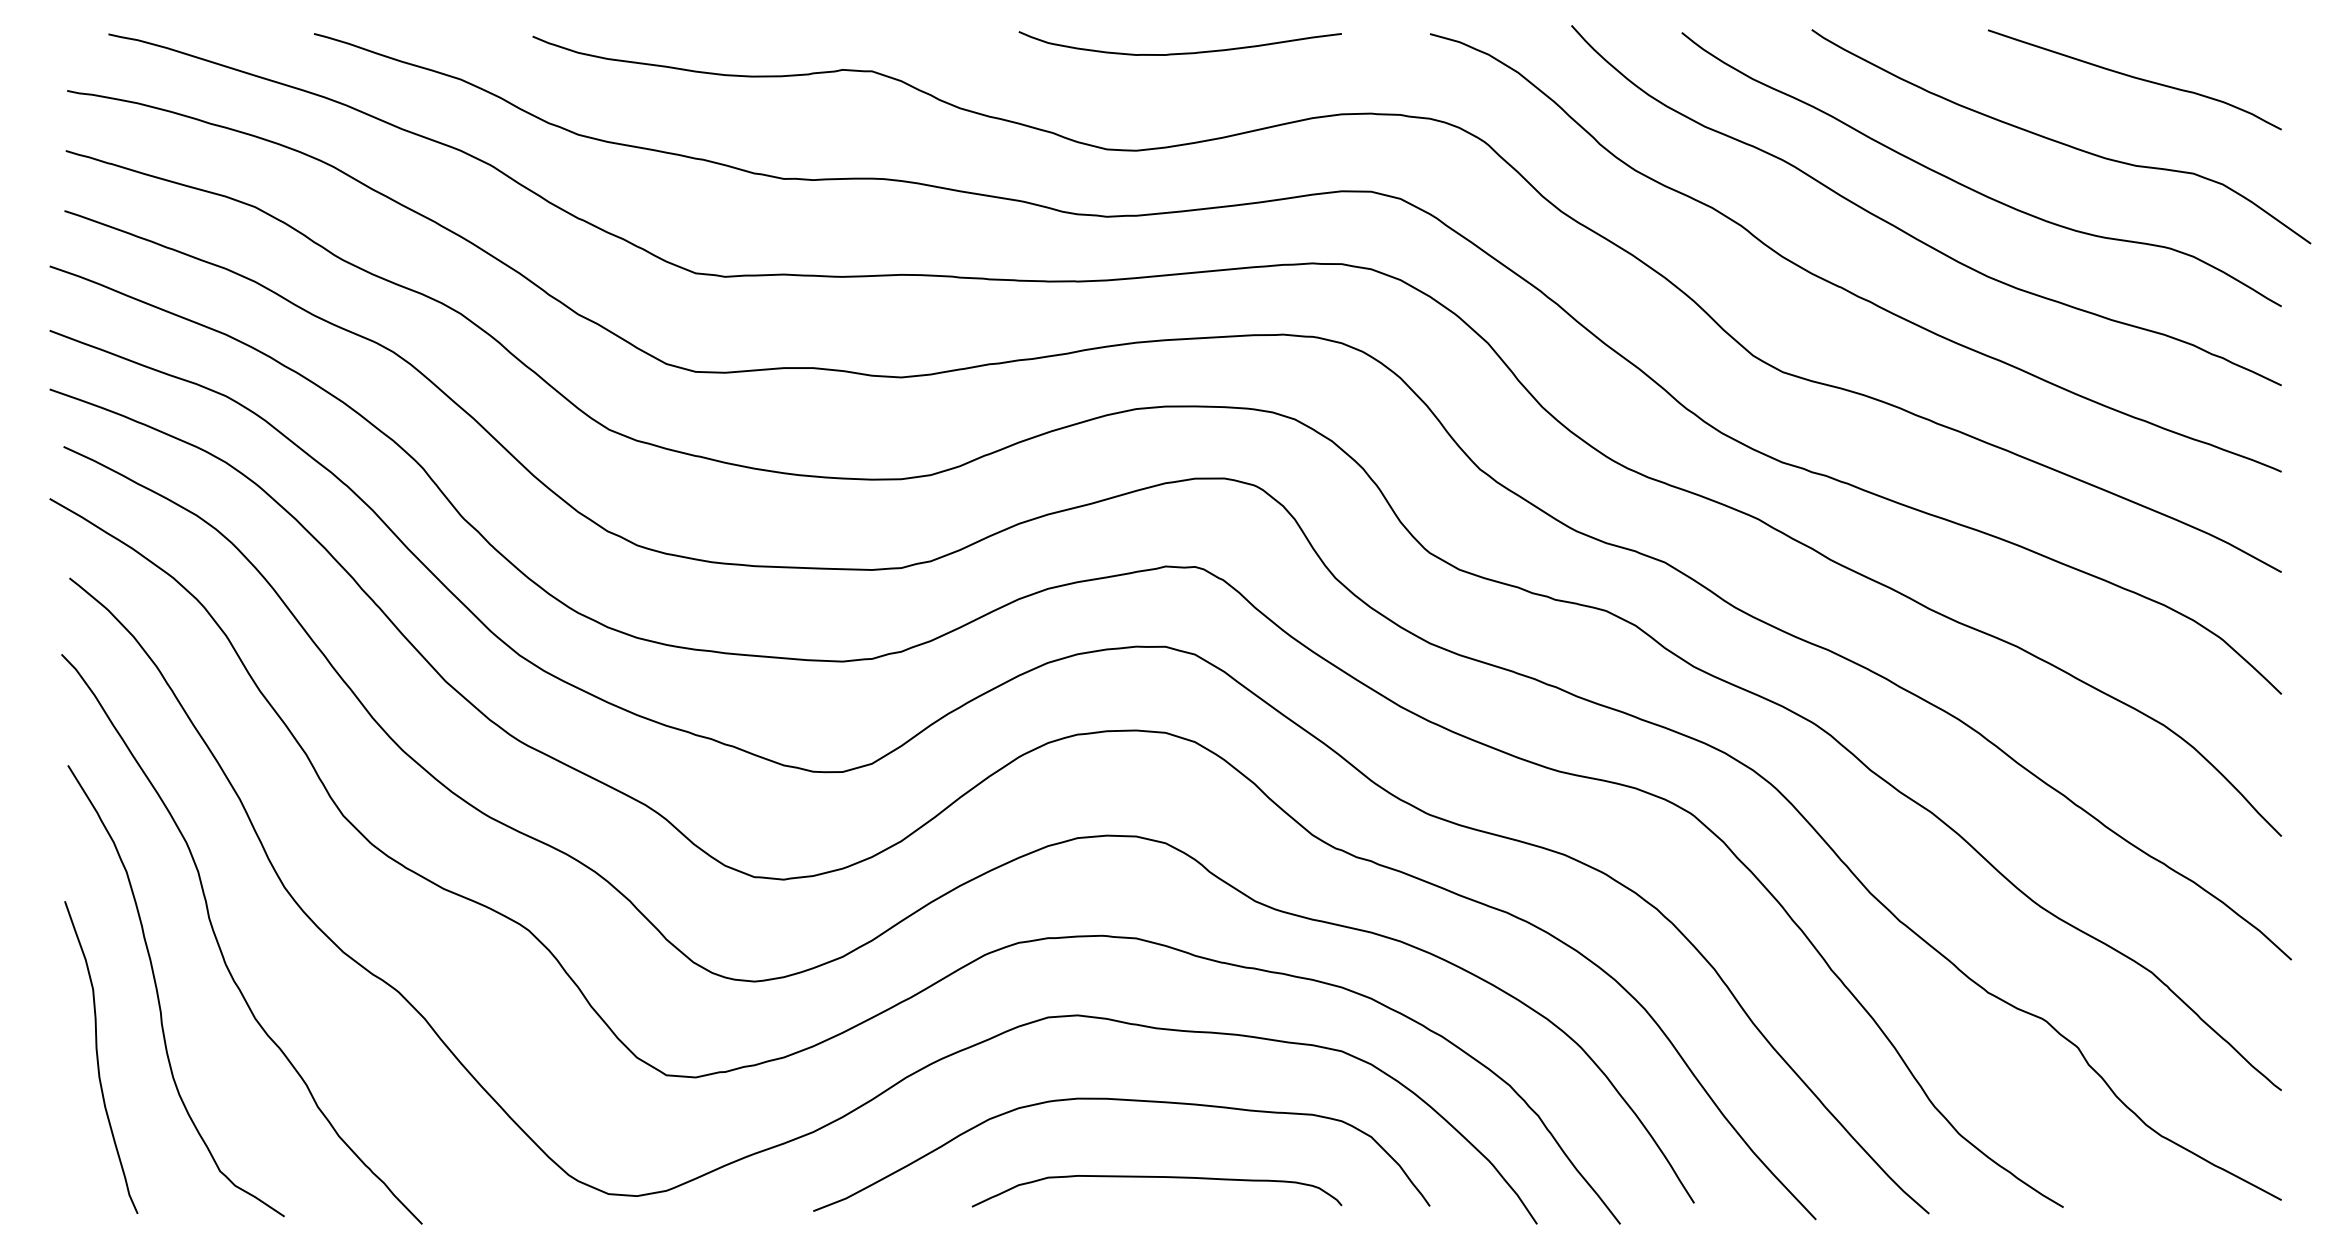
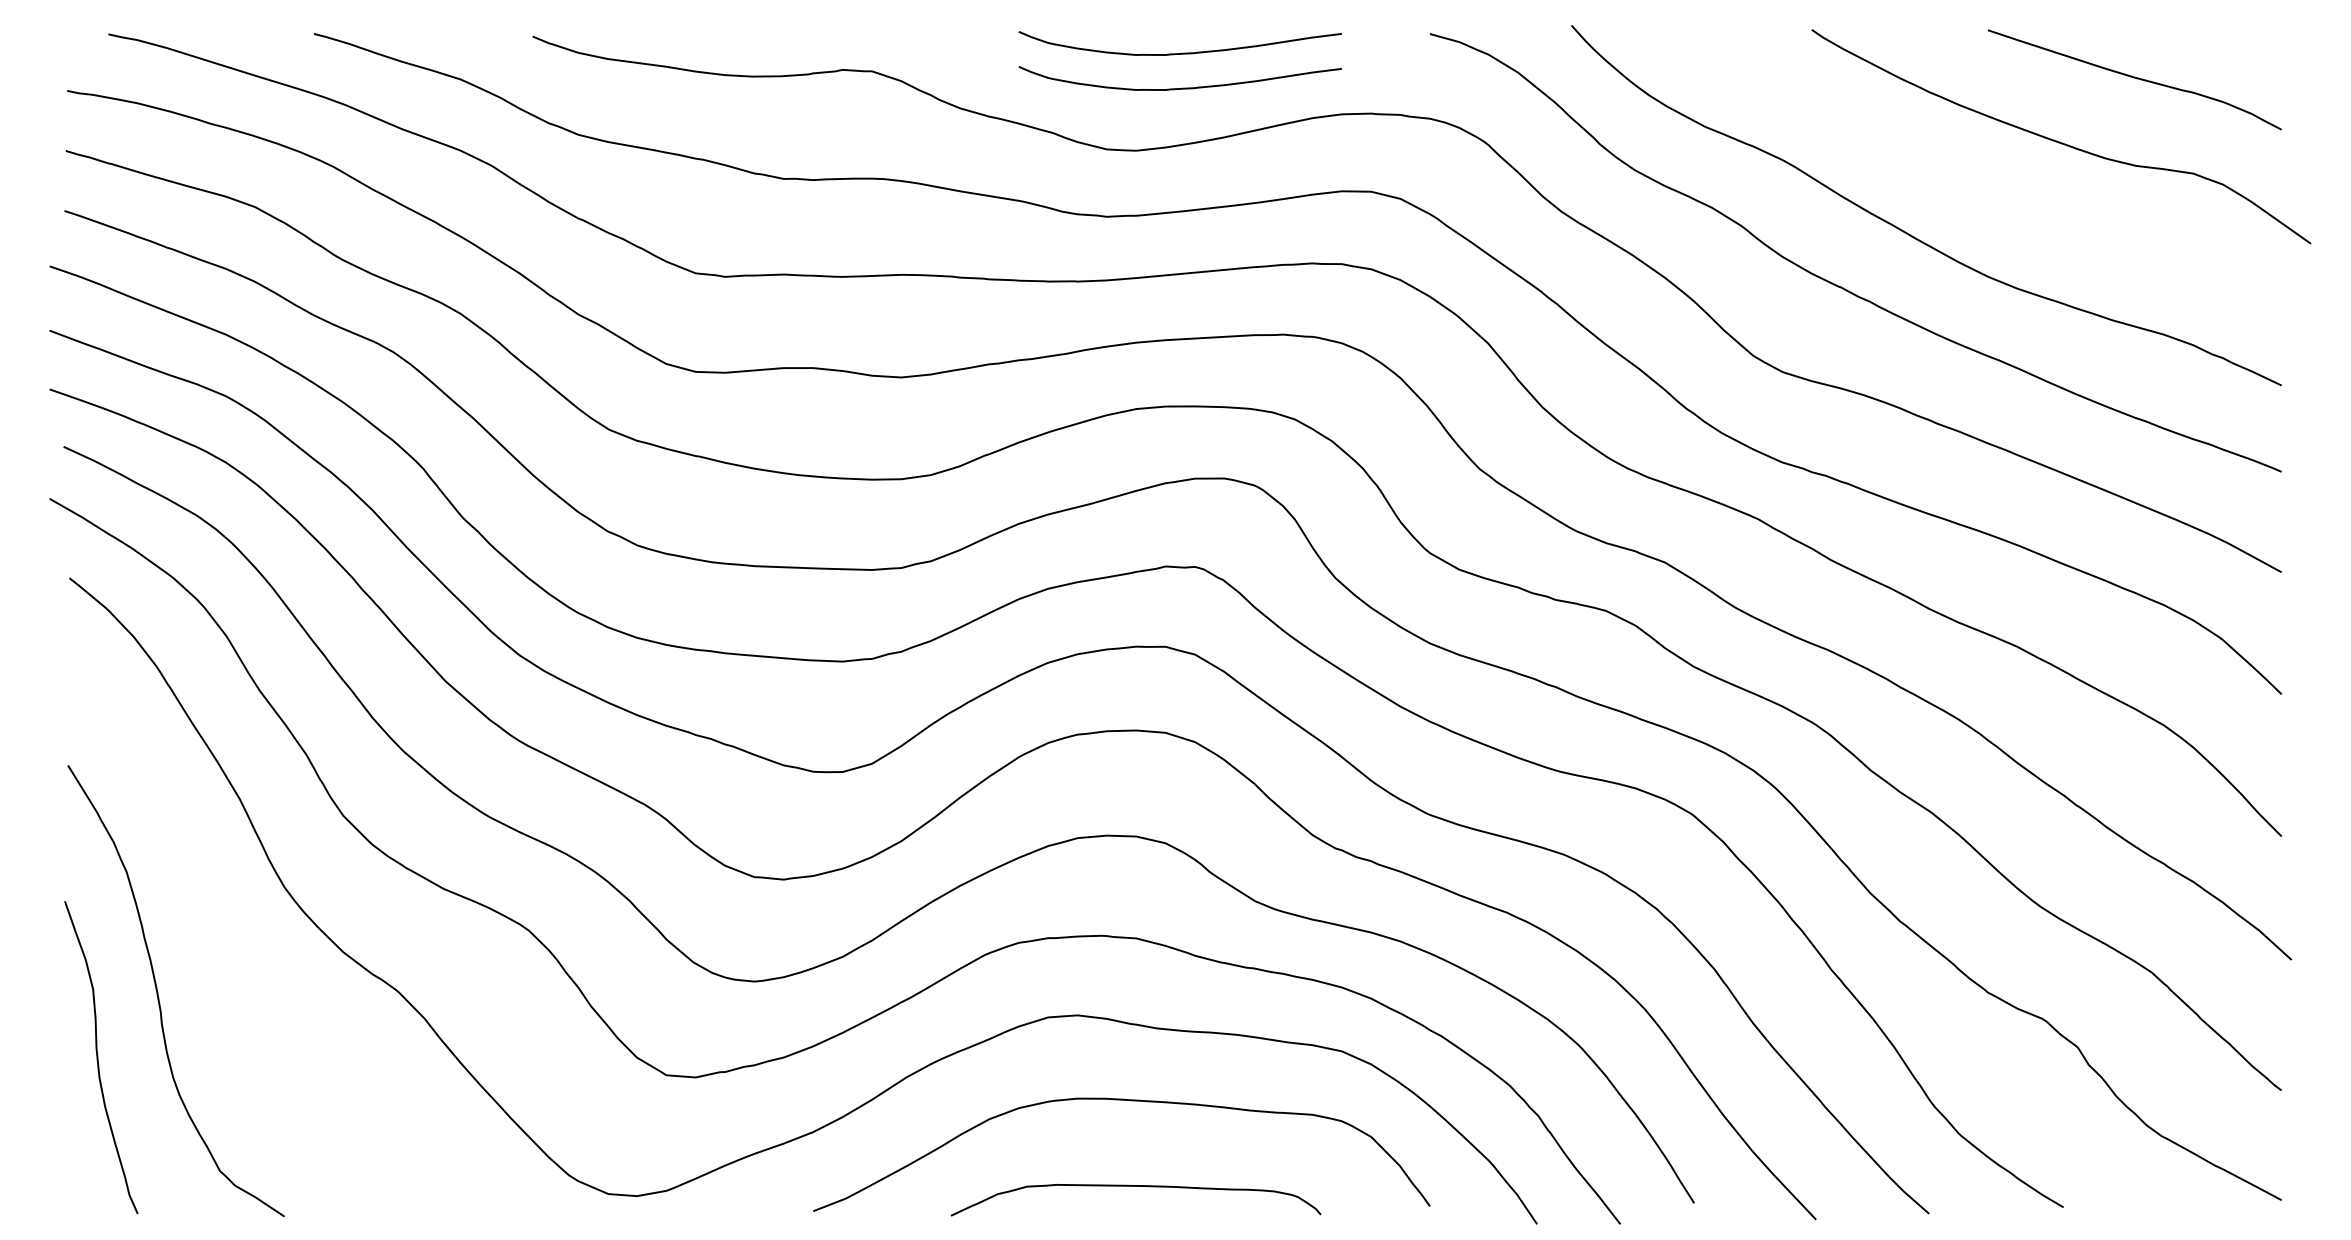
curve at (1181, 87): none -> present
curve at (1972, 188): present -> none
curve at (220, 946): present -> none
curve at (1156, 1177) position: (1156, 1177) -> (1135, 1186)
